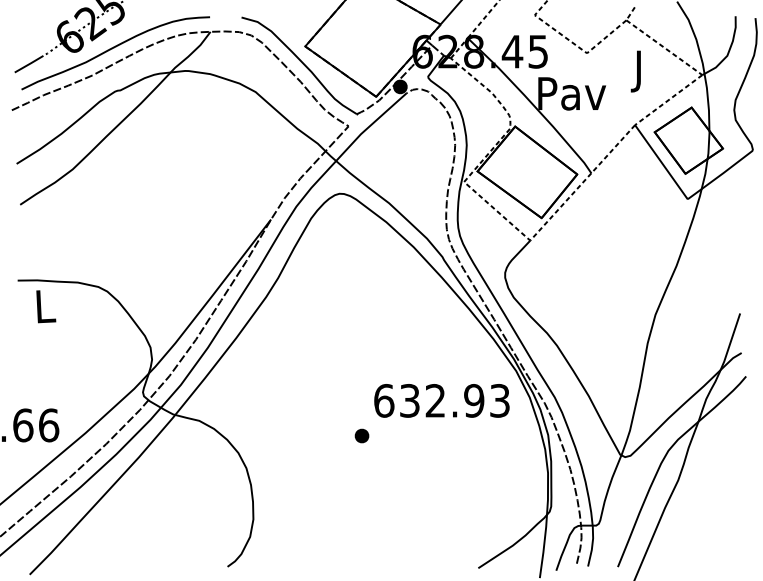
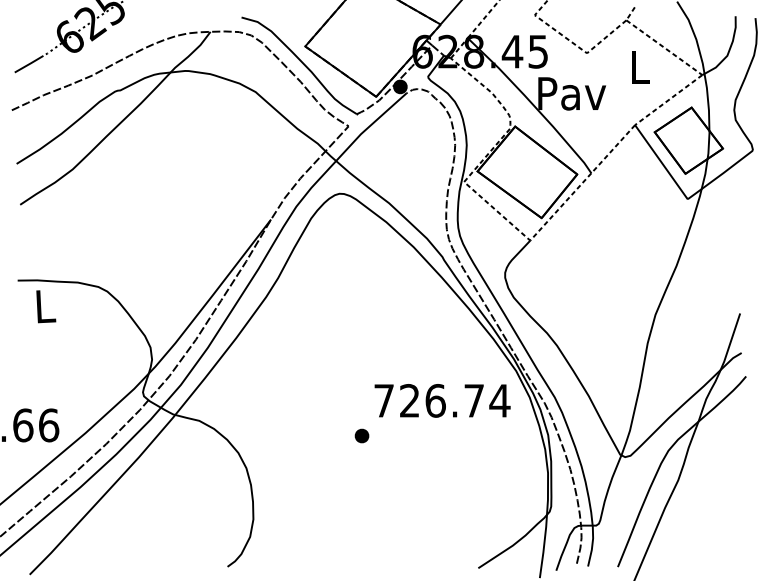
curve at (112, 49): present -> none
text at (639, 71): J -> L
text at (442, 400): 632.93 -> 726.74
